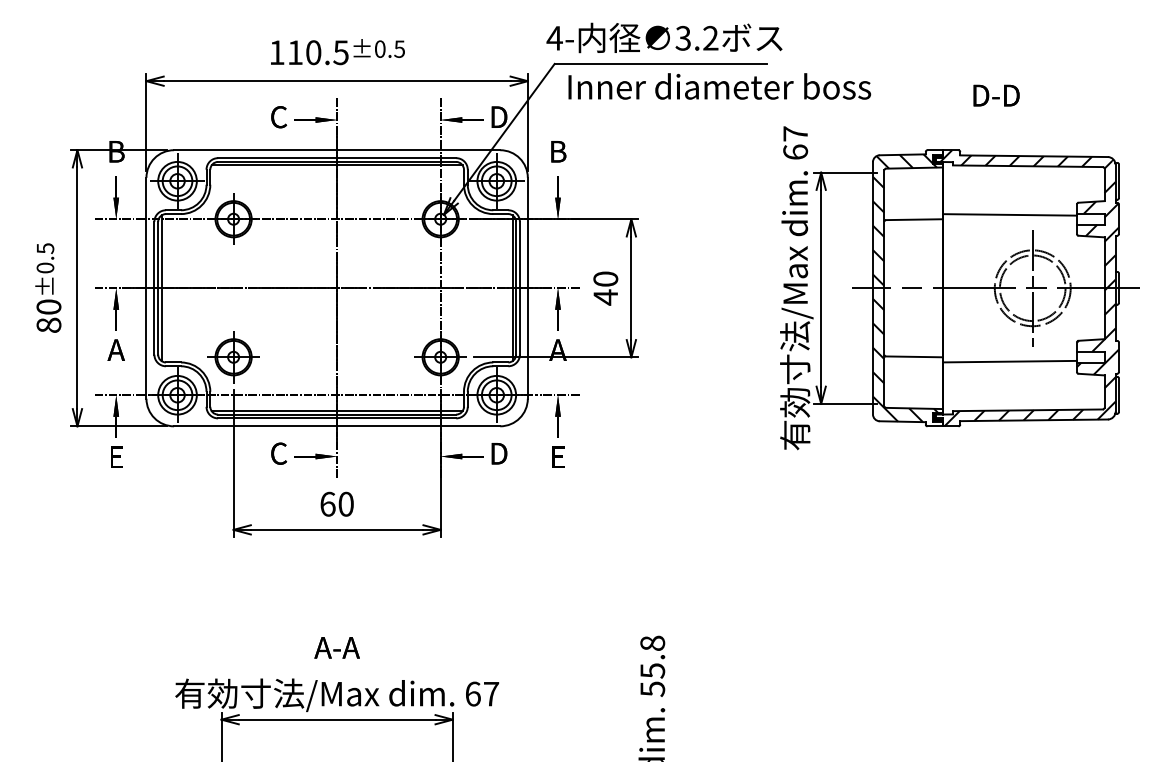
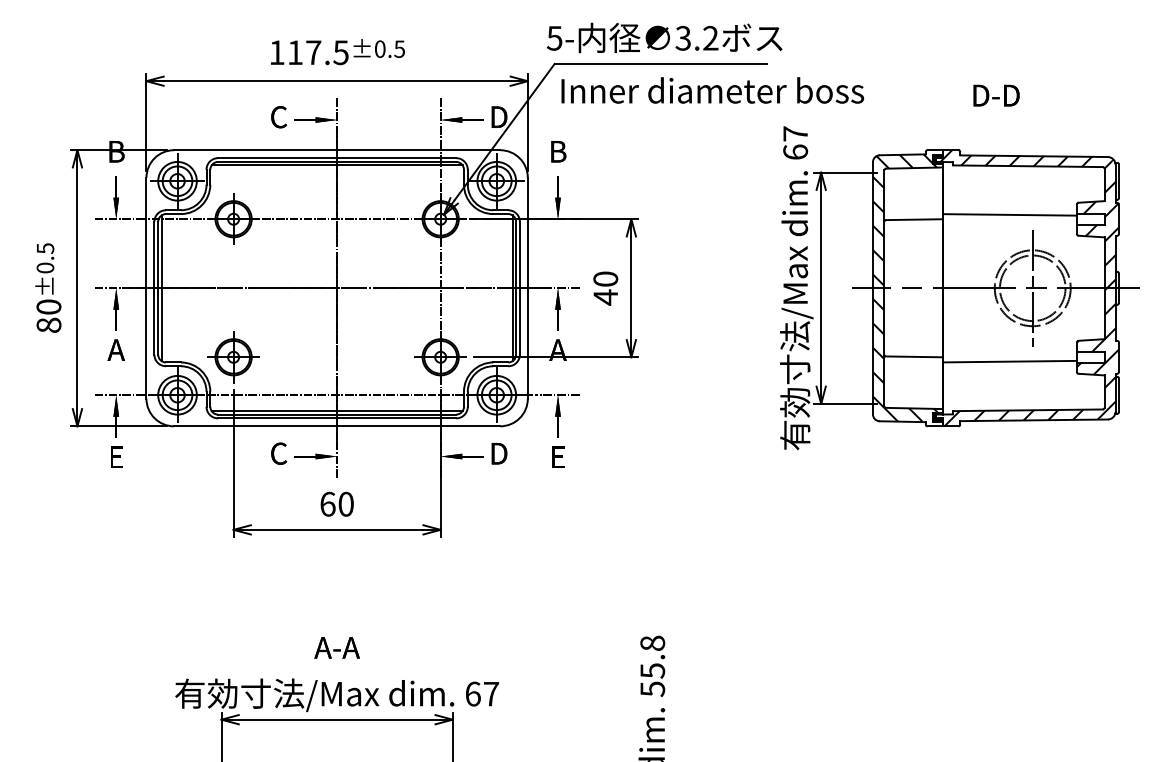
text at (554, 38): 4- -> 5-
text at (313, 52): 110.5 -> 117.5
text at (719, 86) position: (719, 86) -> (712, 90)
